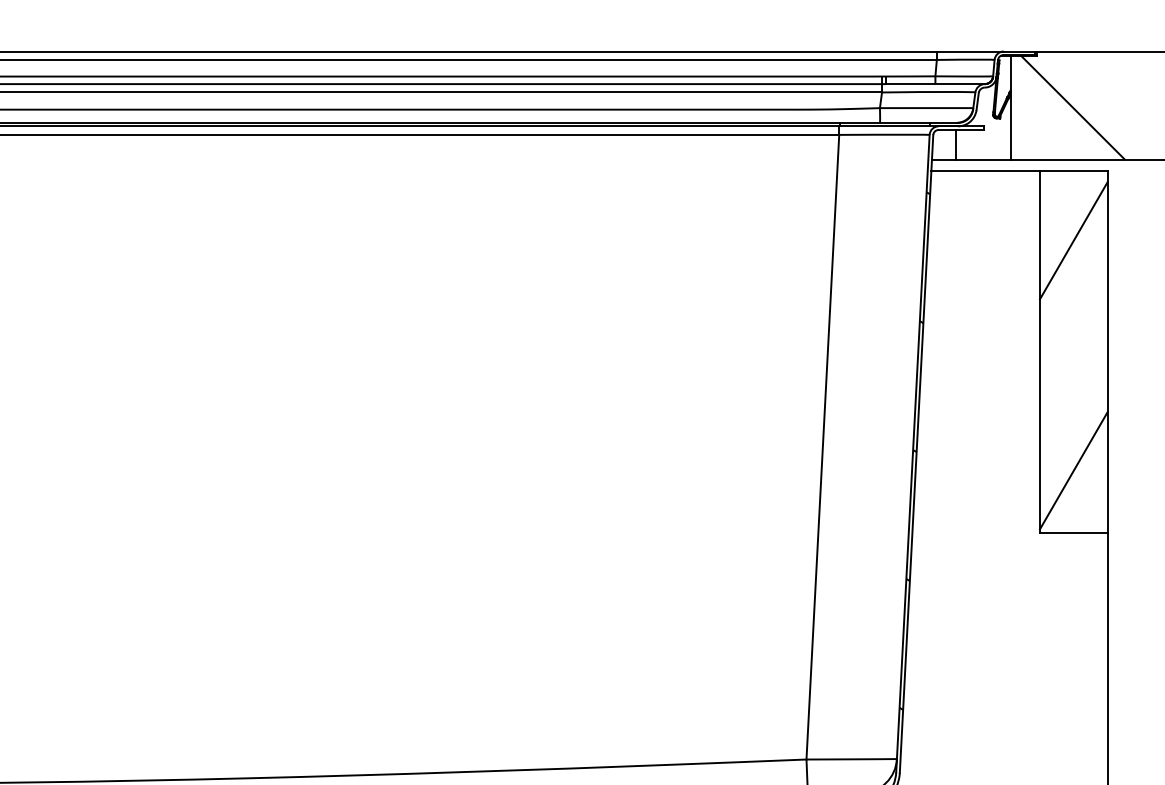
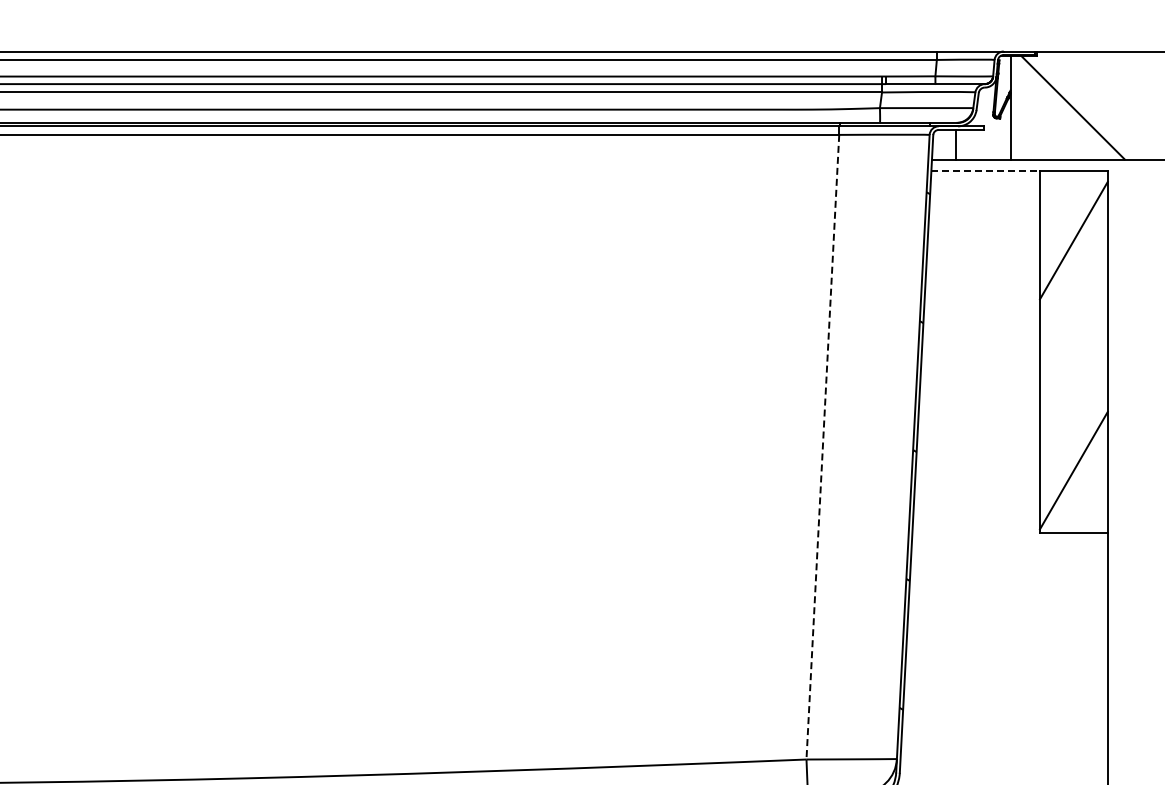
line at (985, 171): solid -> dashed
line at (822, 447): solid -> dashed
